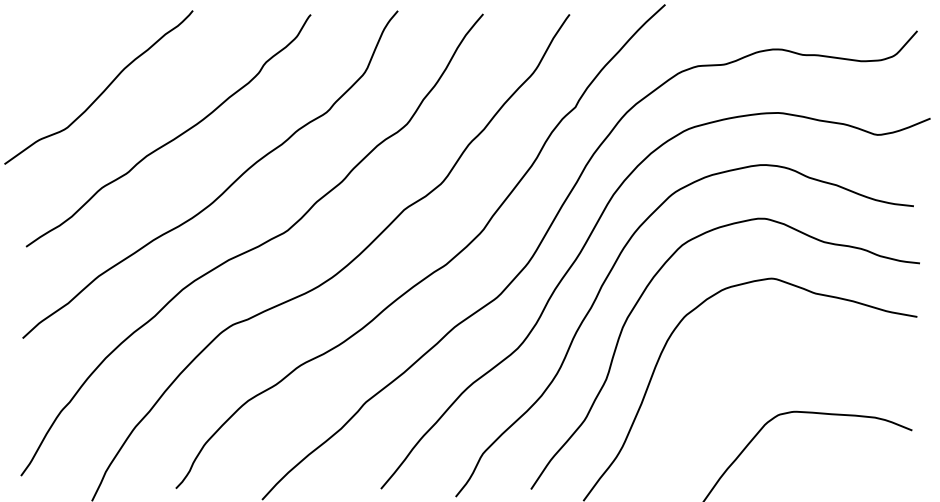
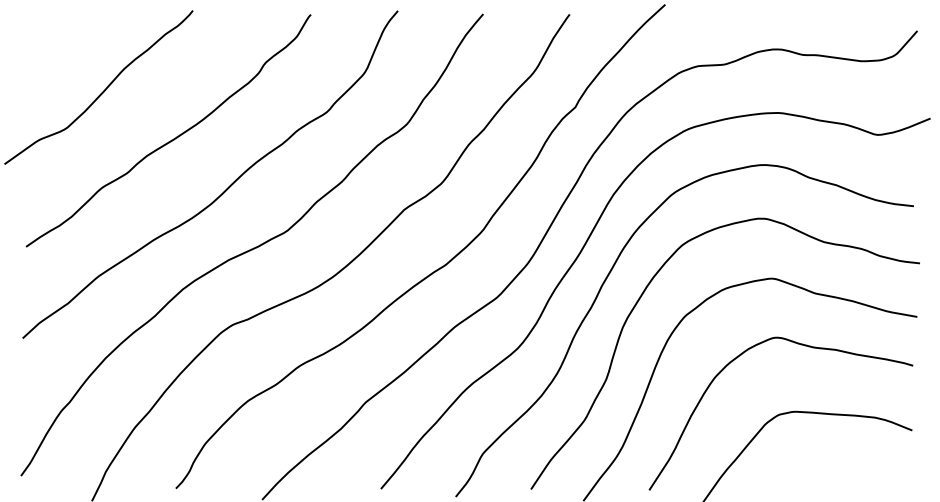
curve at (737, 358): none -> present
